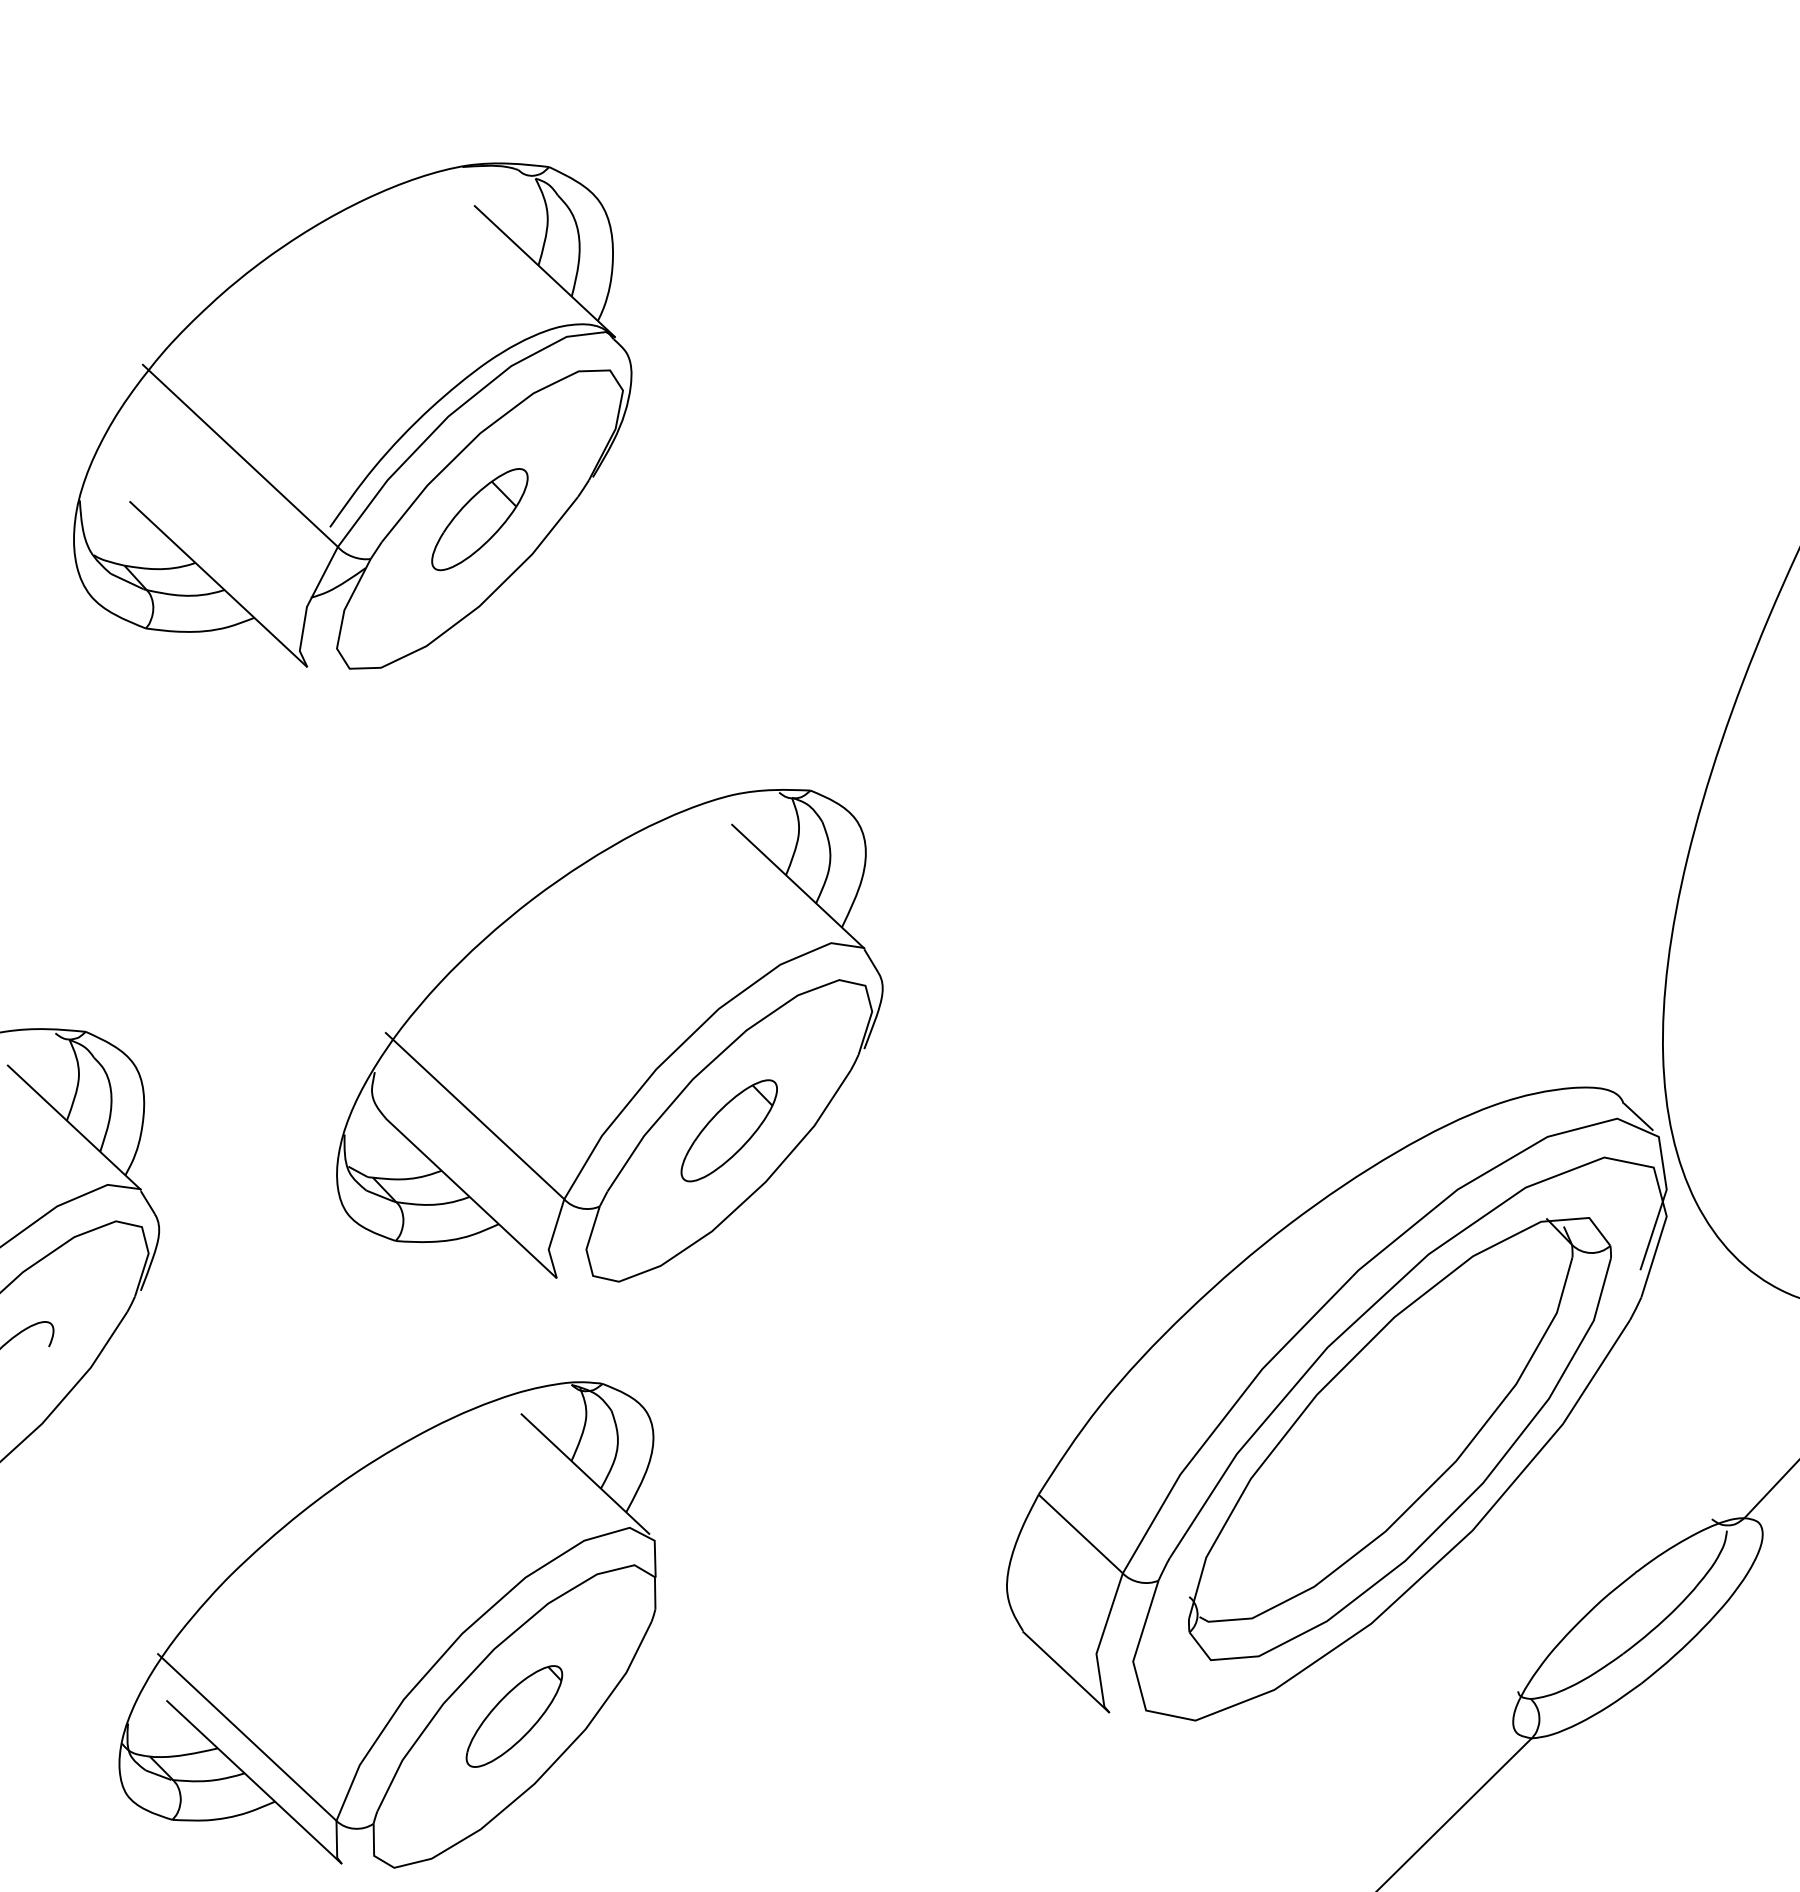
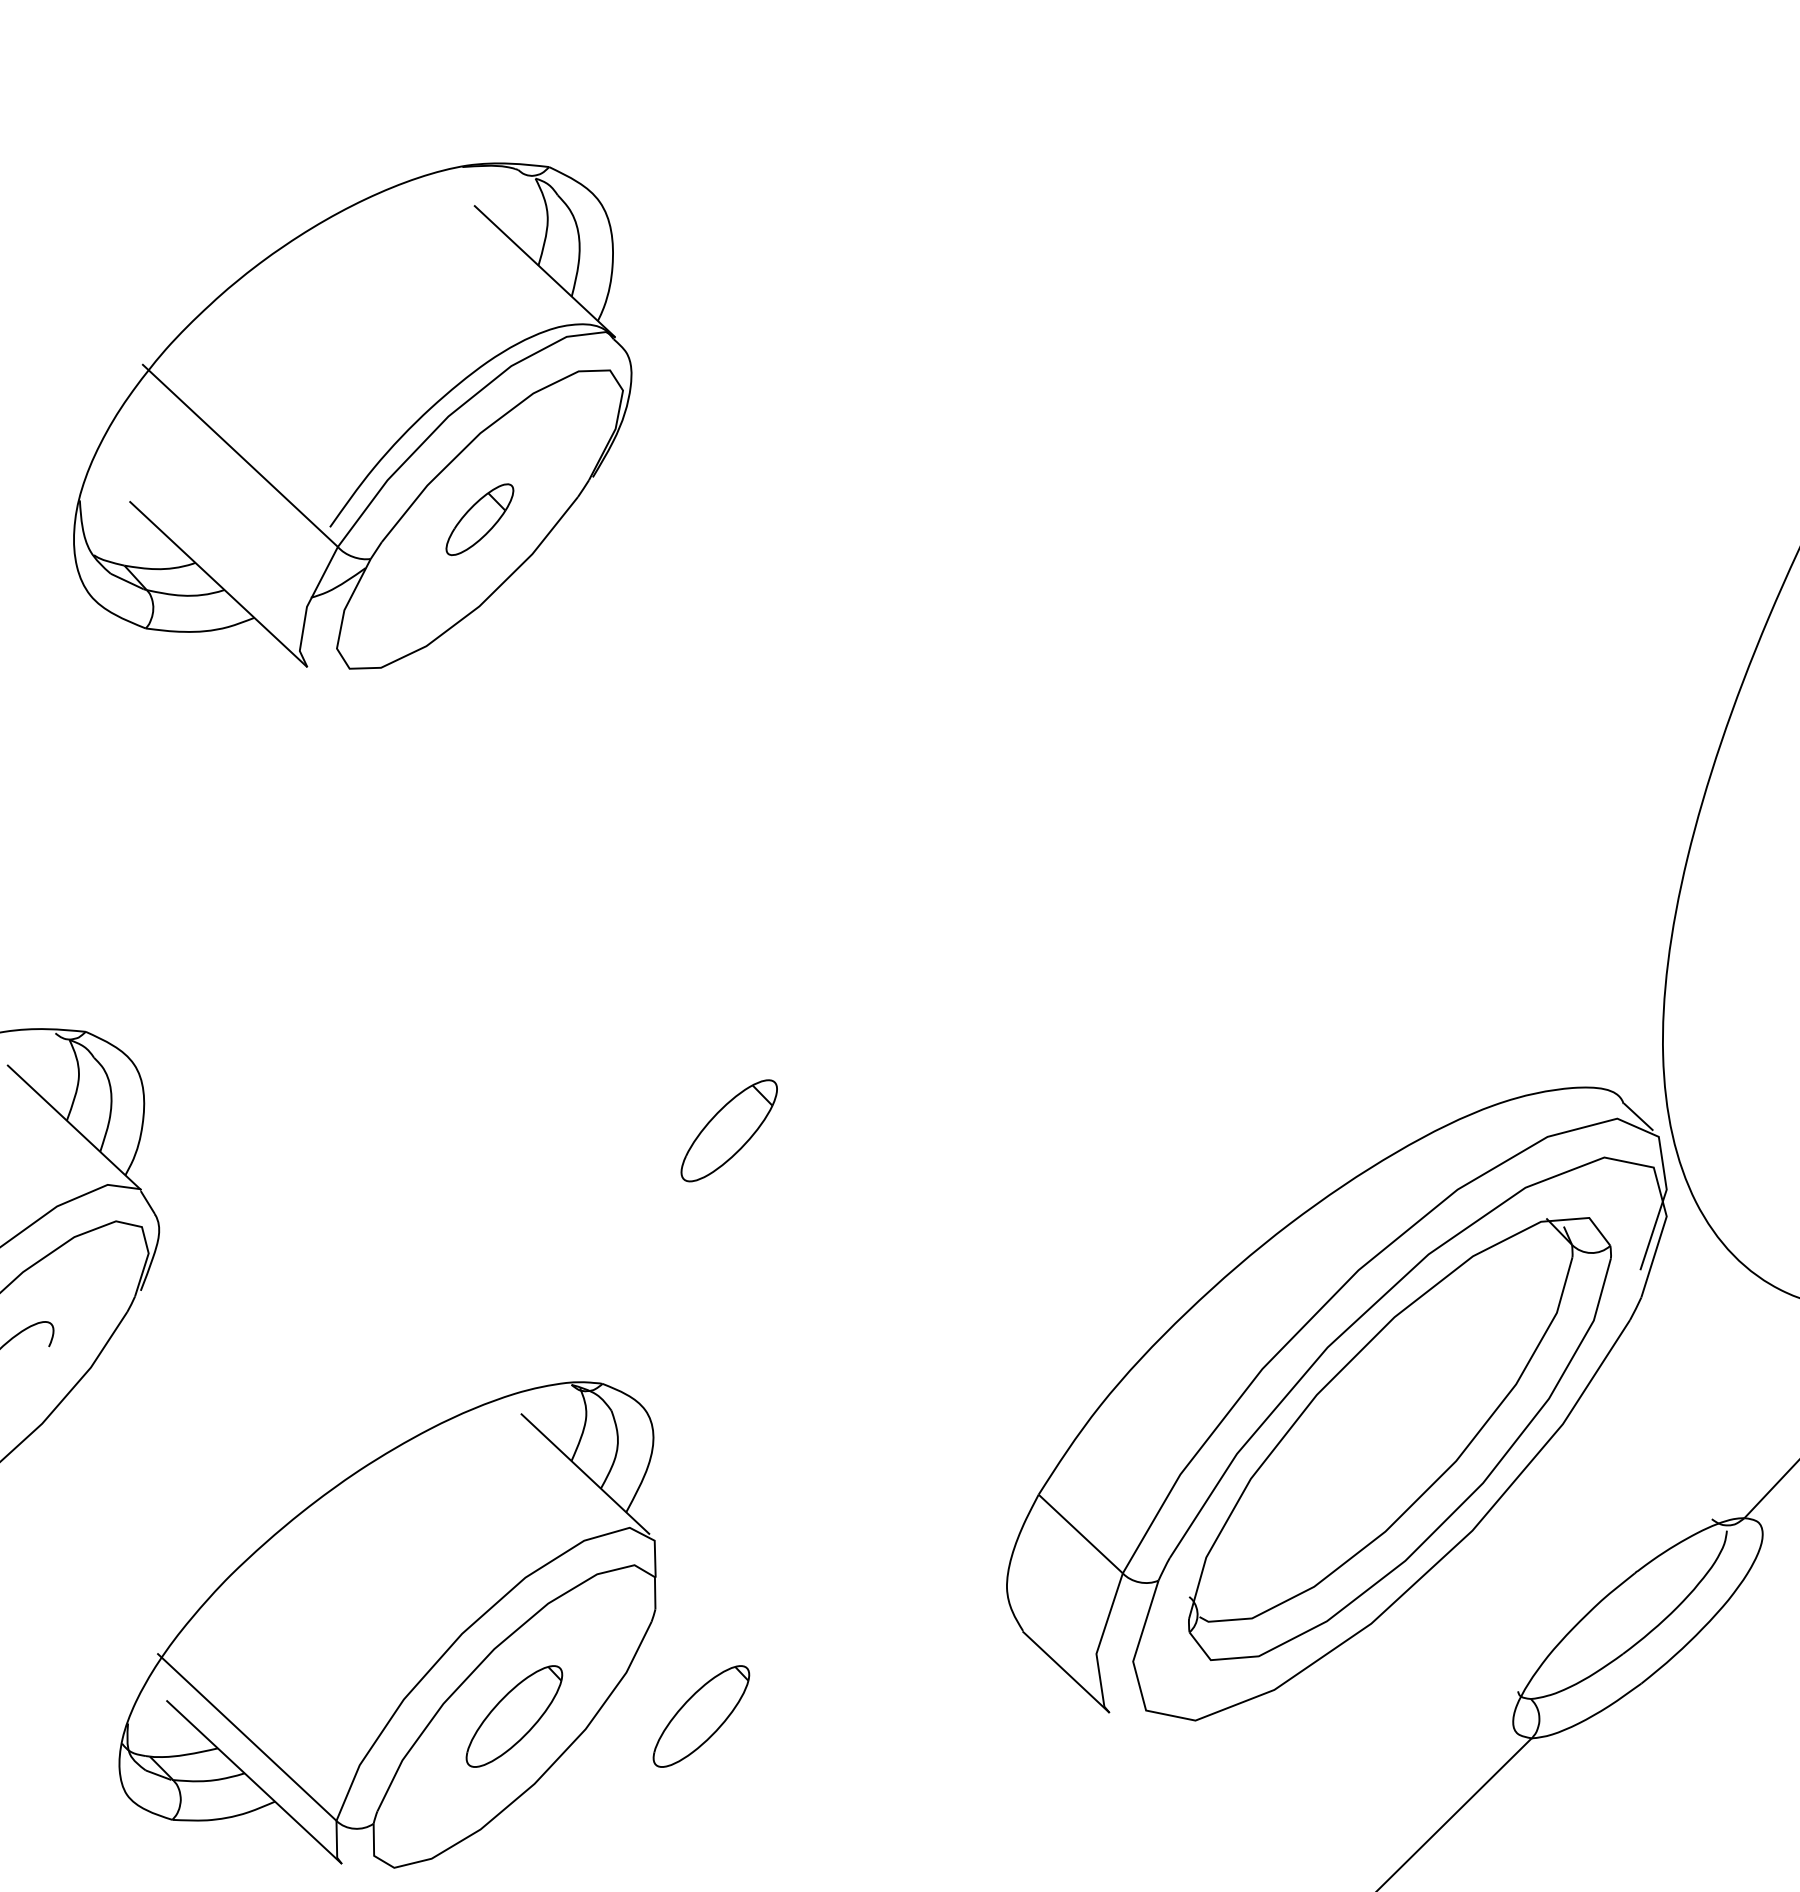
part at (479, 519) size: 98x104 px -> 70x74 px
part at (609, 1035): present -> none
part at (701, 1716): none -> present
